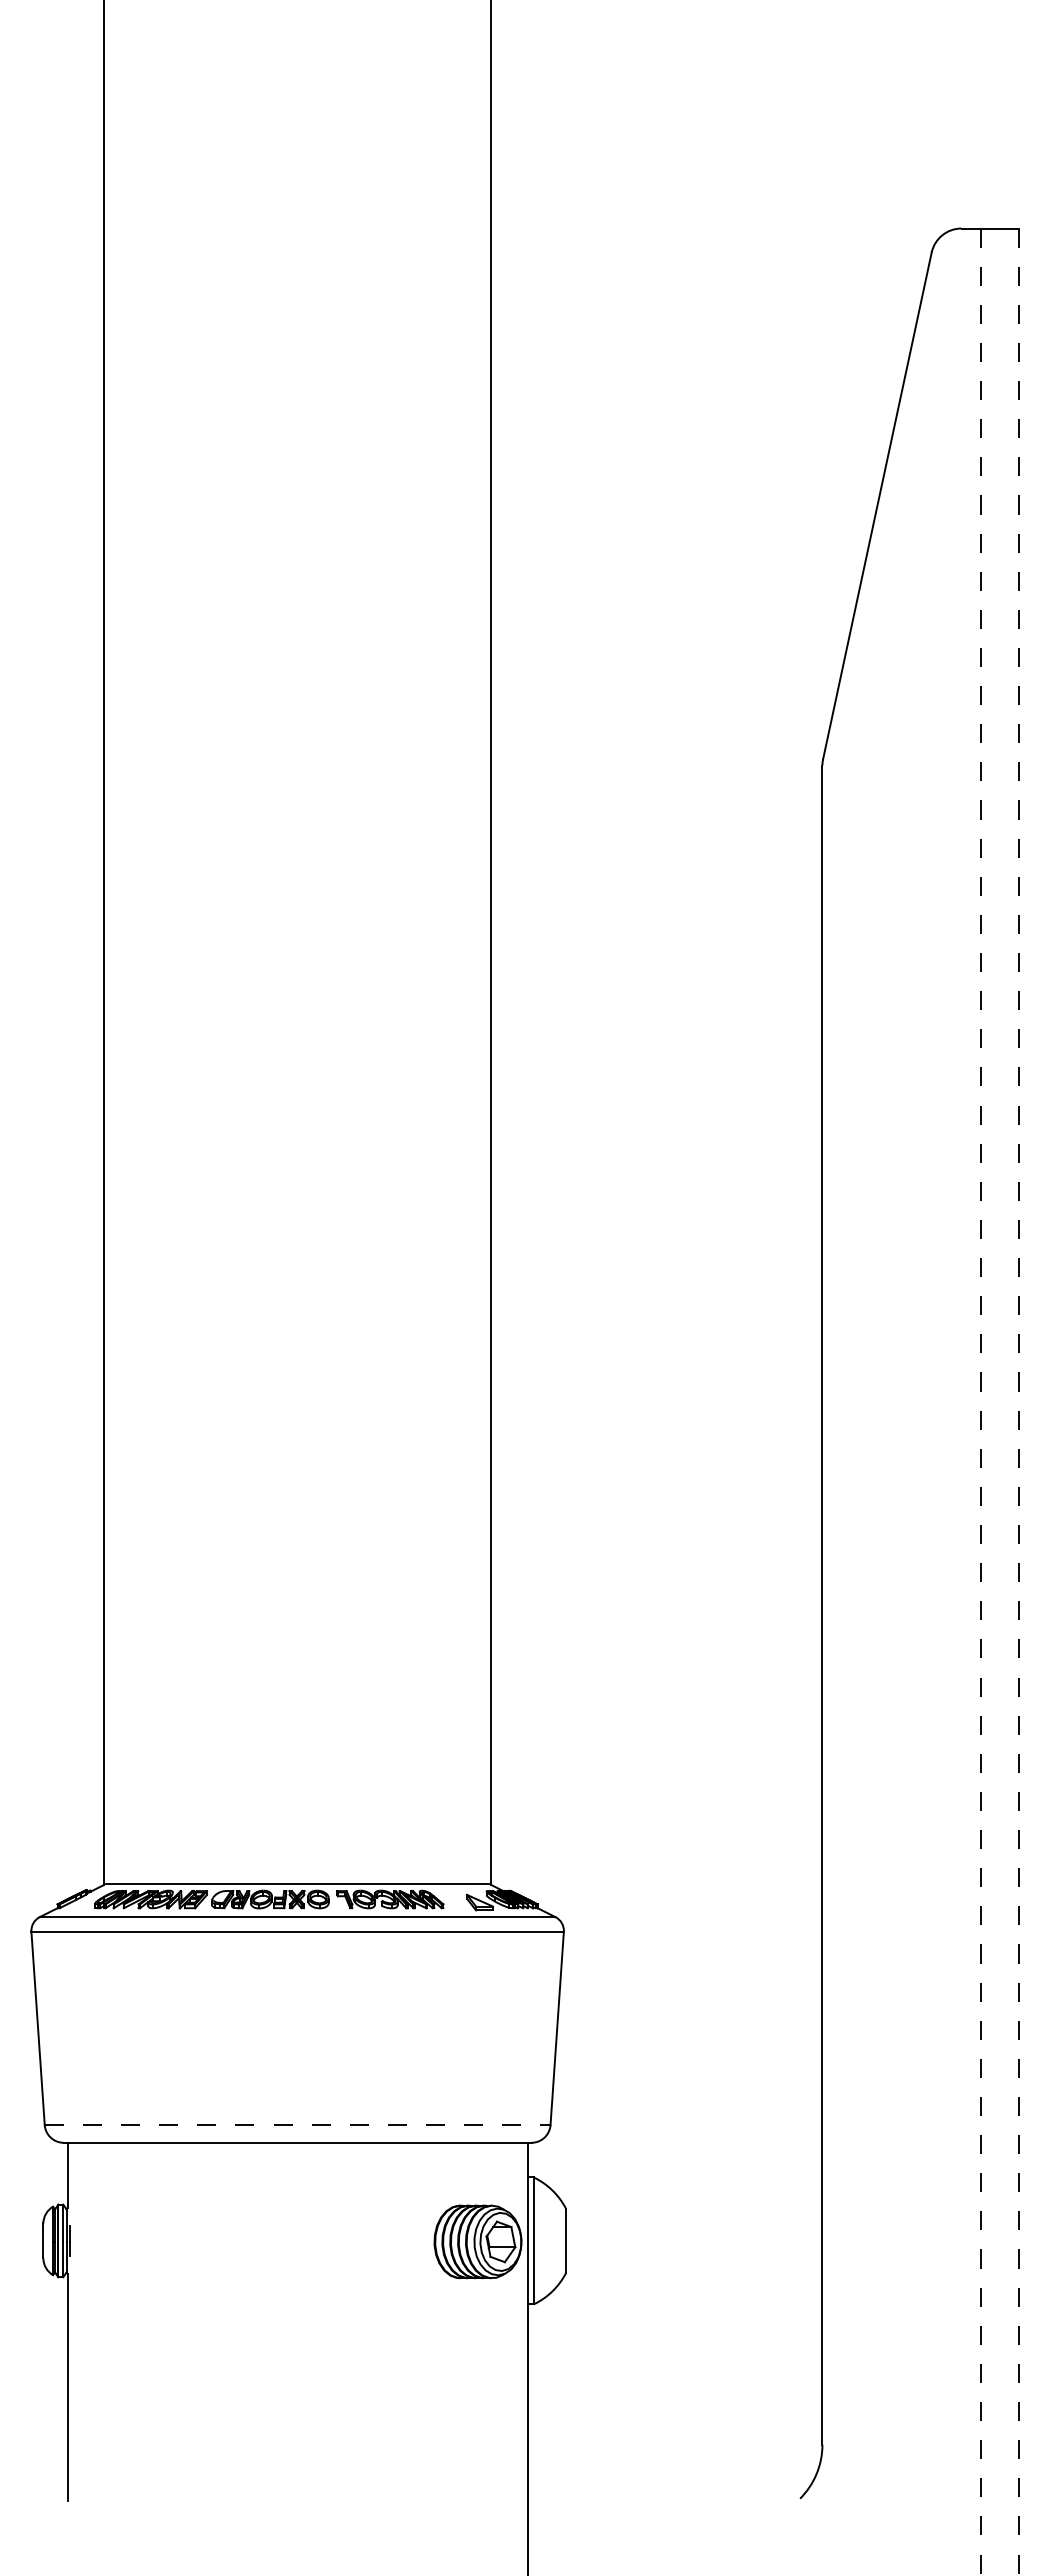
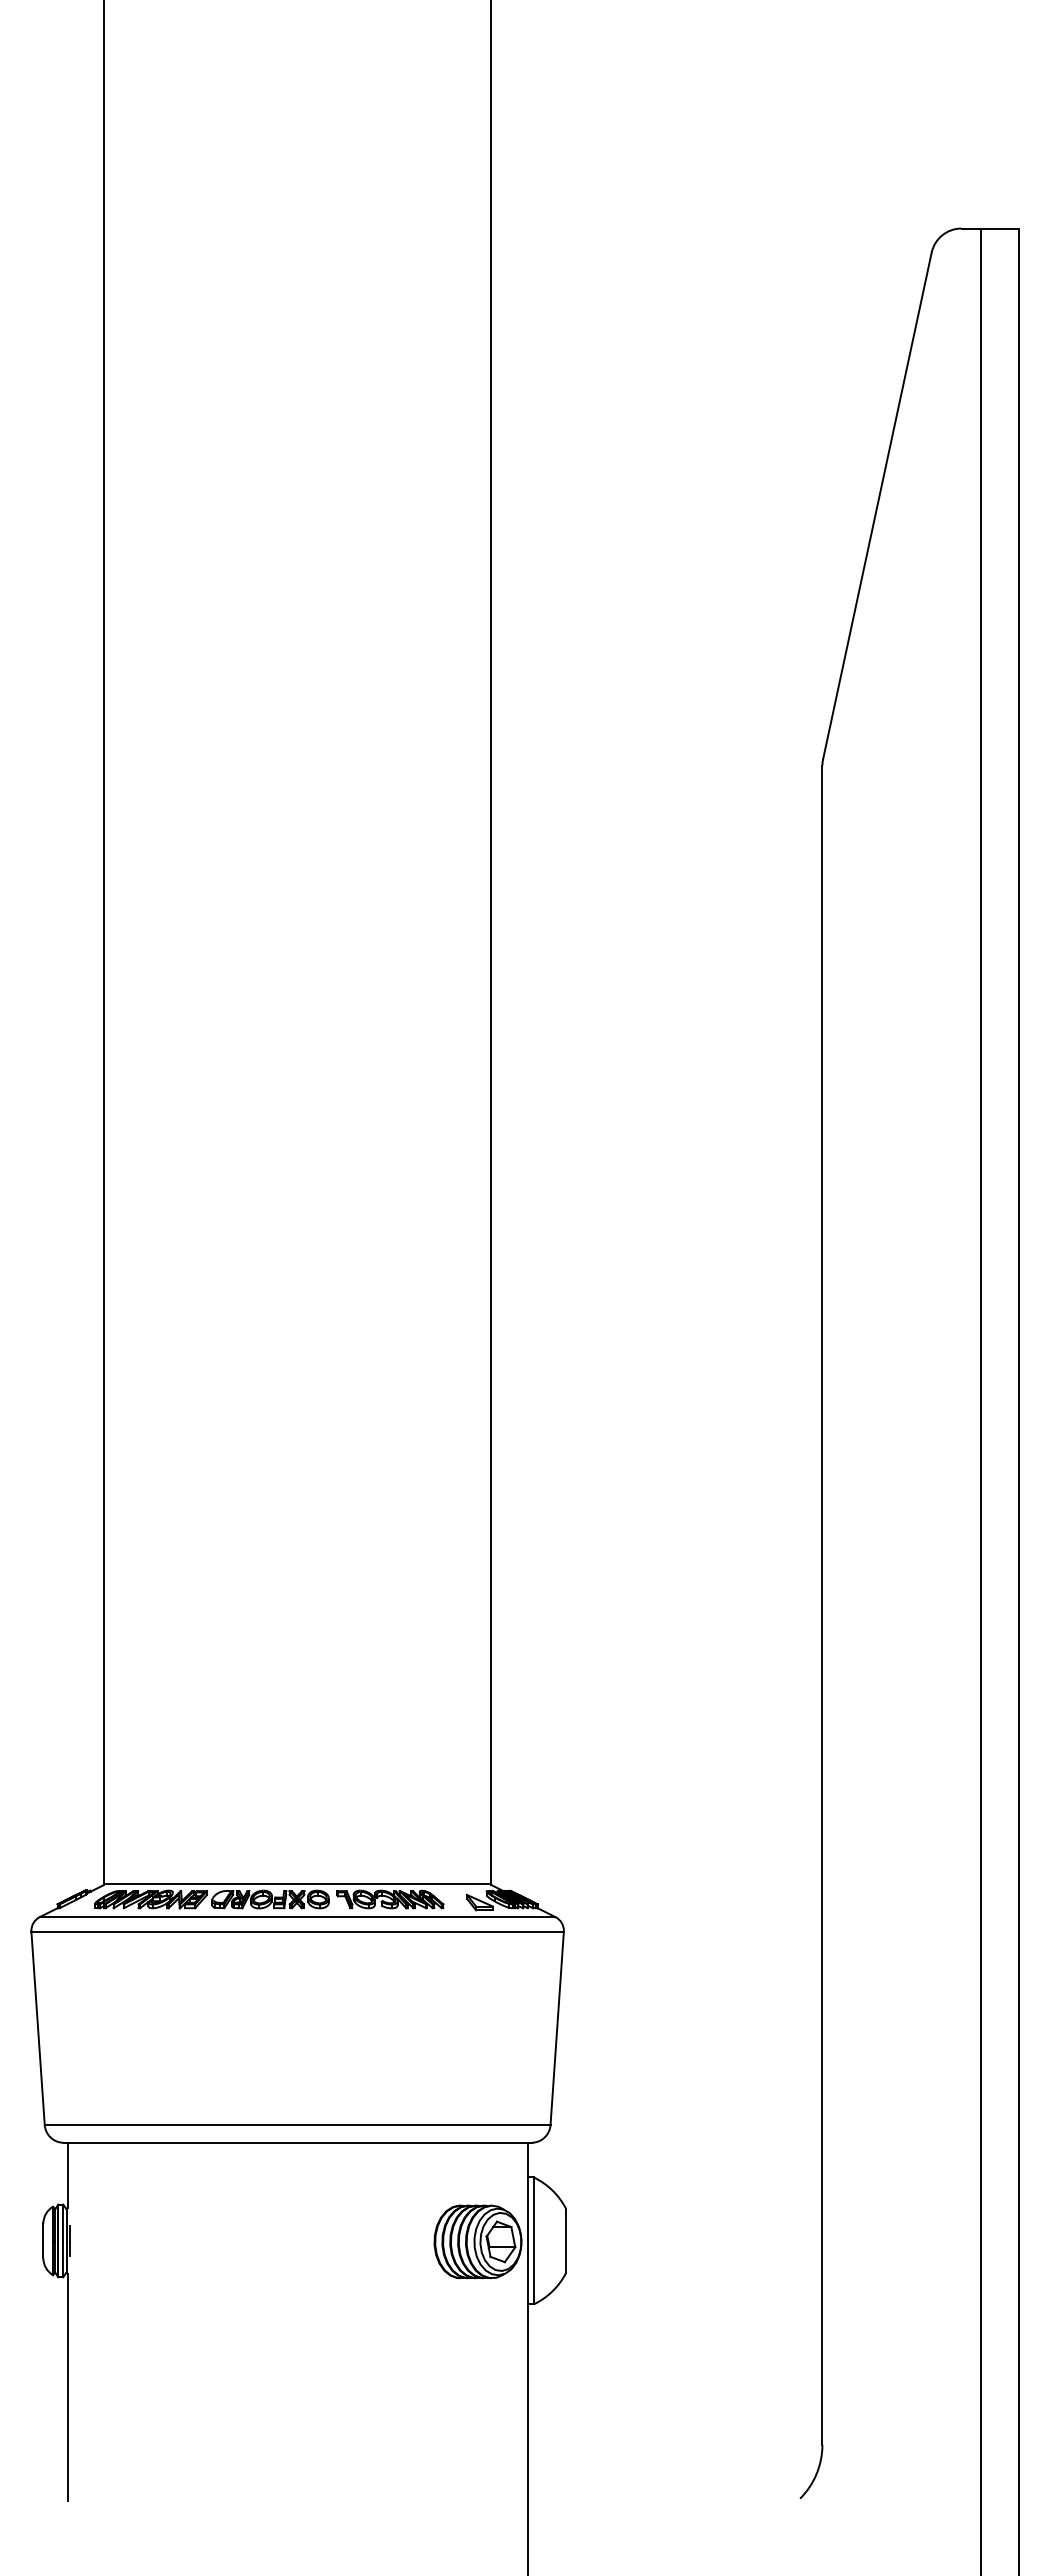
line at (981, 1402): dashed -> solid
line at (1018, 1402): dashed -> solid
line at (297, 2125): dashed -> solid
